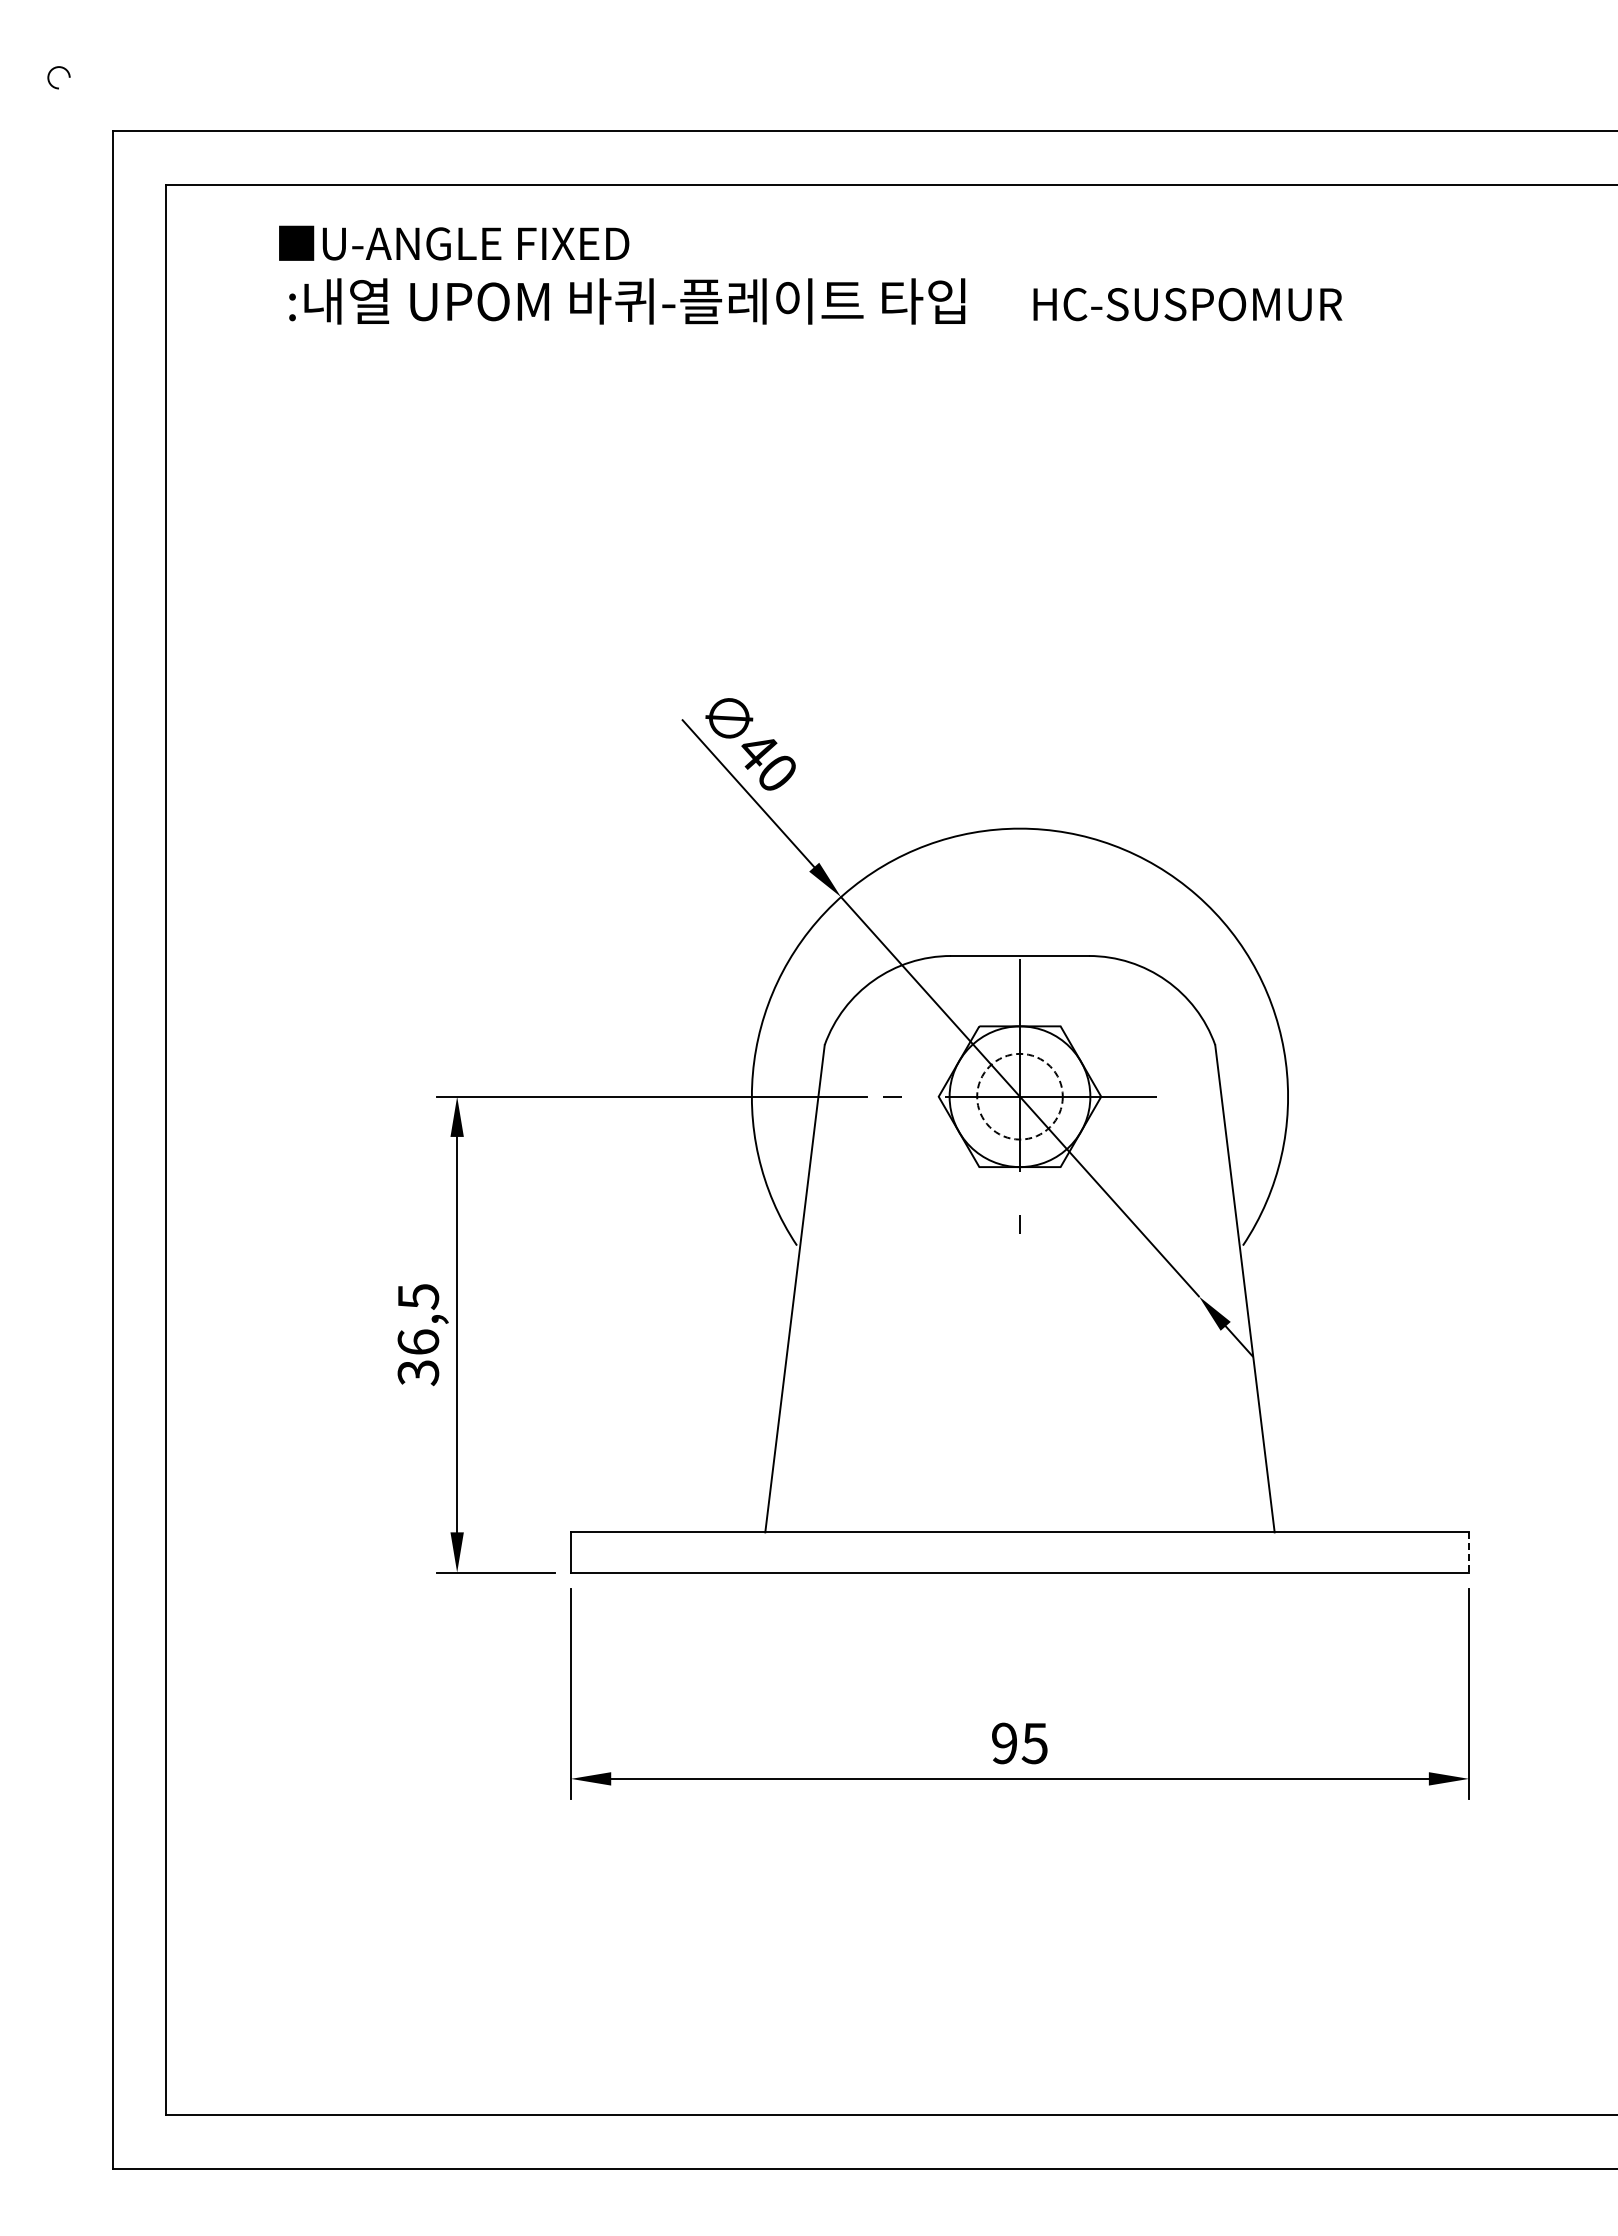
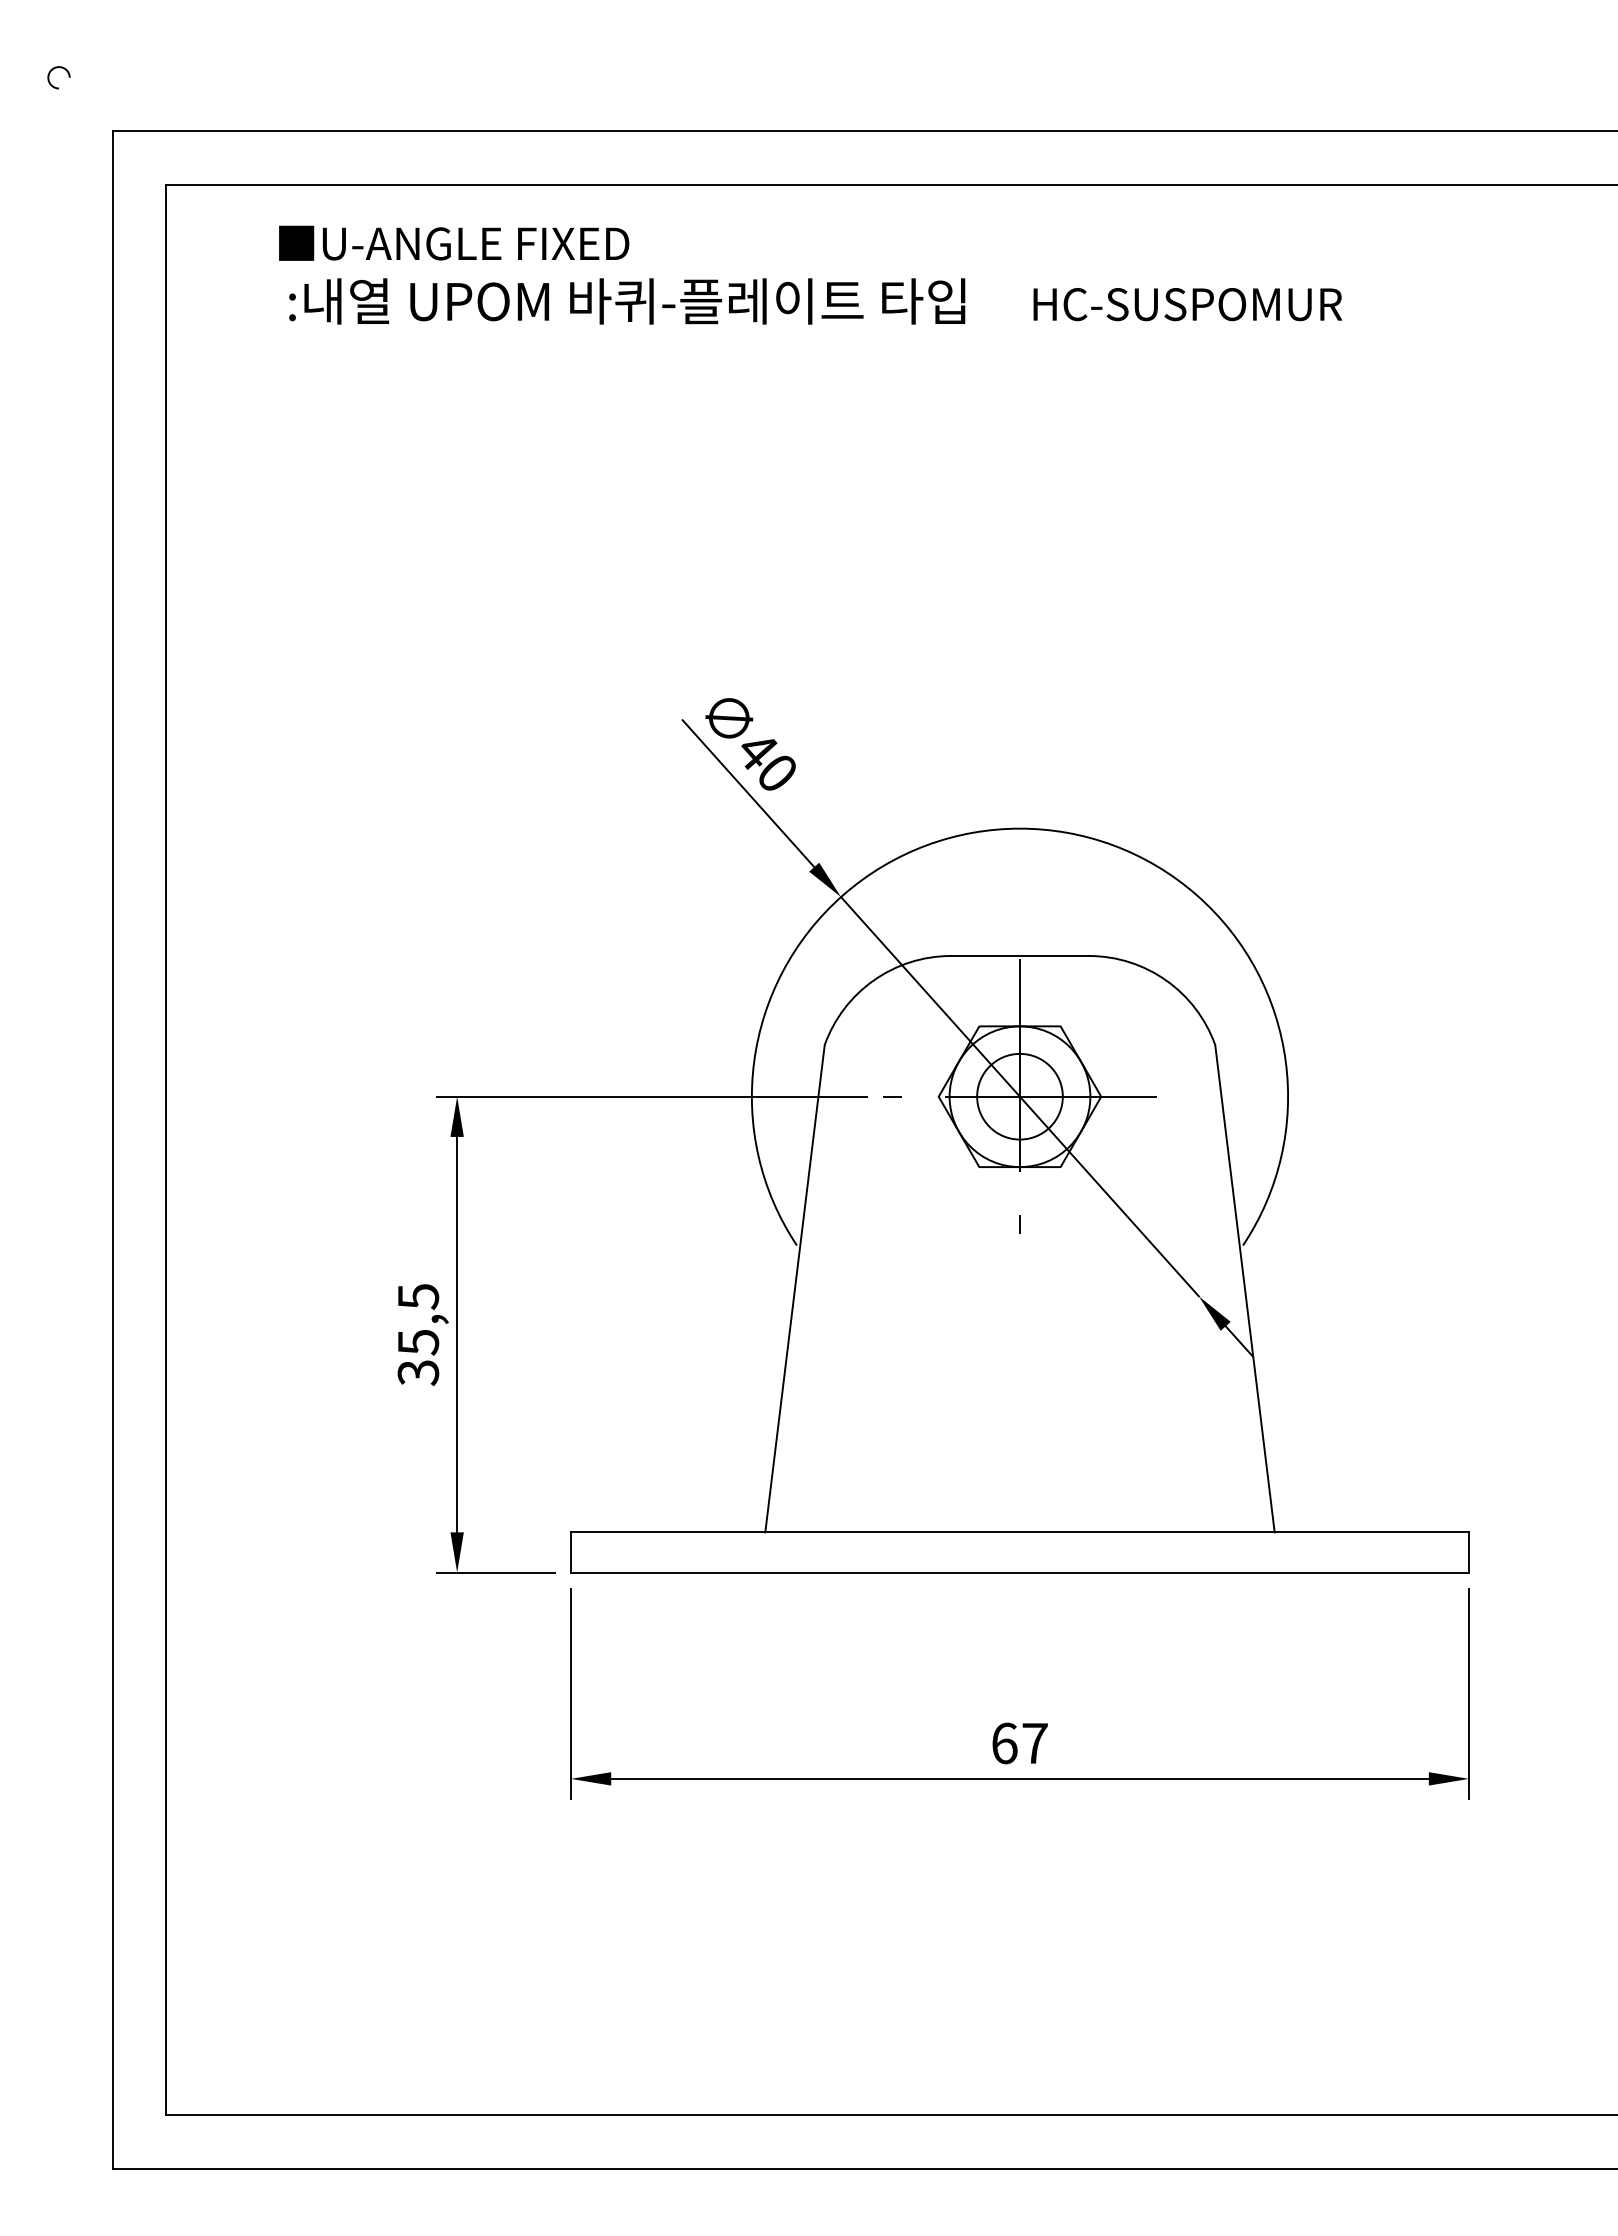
circle at (1019, 1096): dashed -> solid
text at (418, 1342): 36,5 -> 35,5
line at (1469, 1552): dashed -> solid
text at (1019, 1743): 95 -> 67
